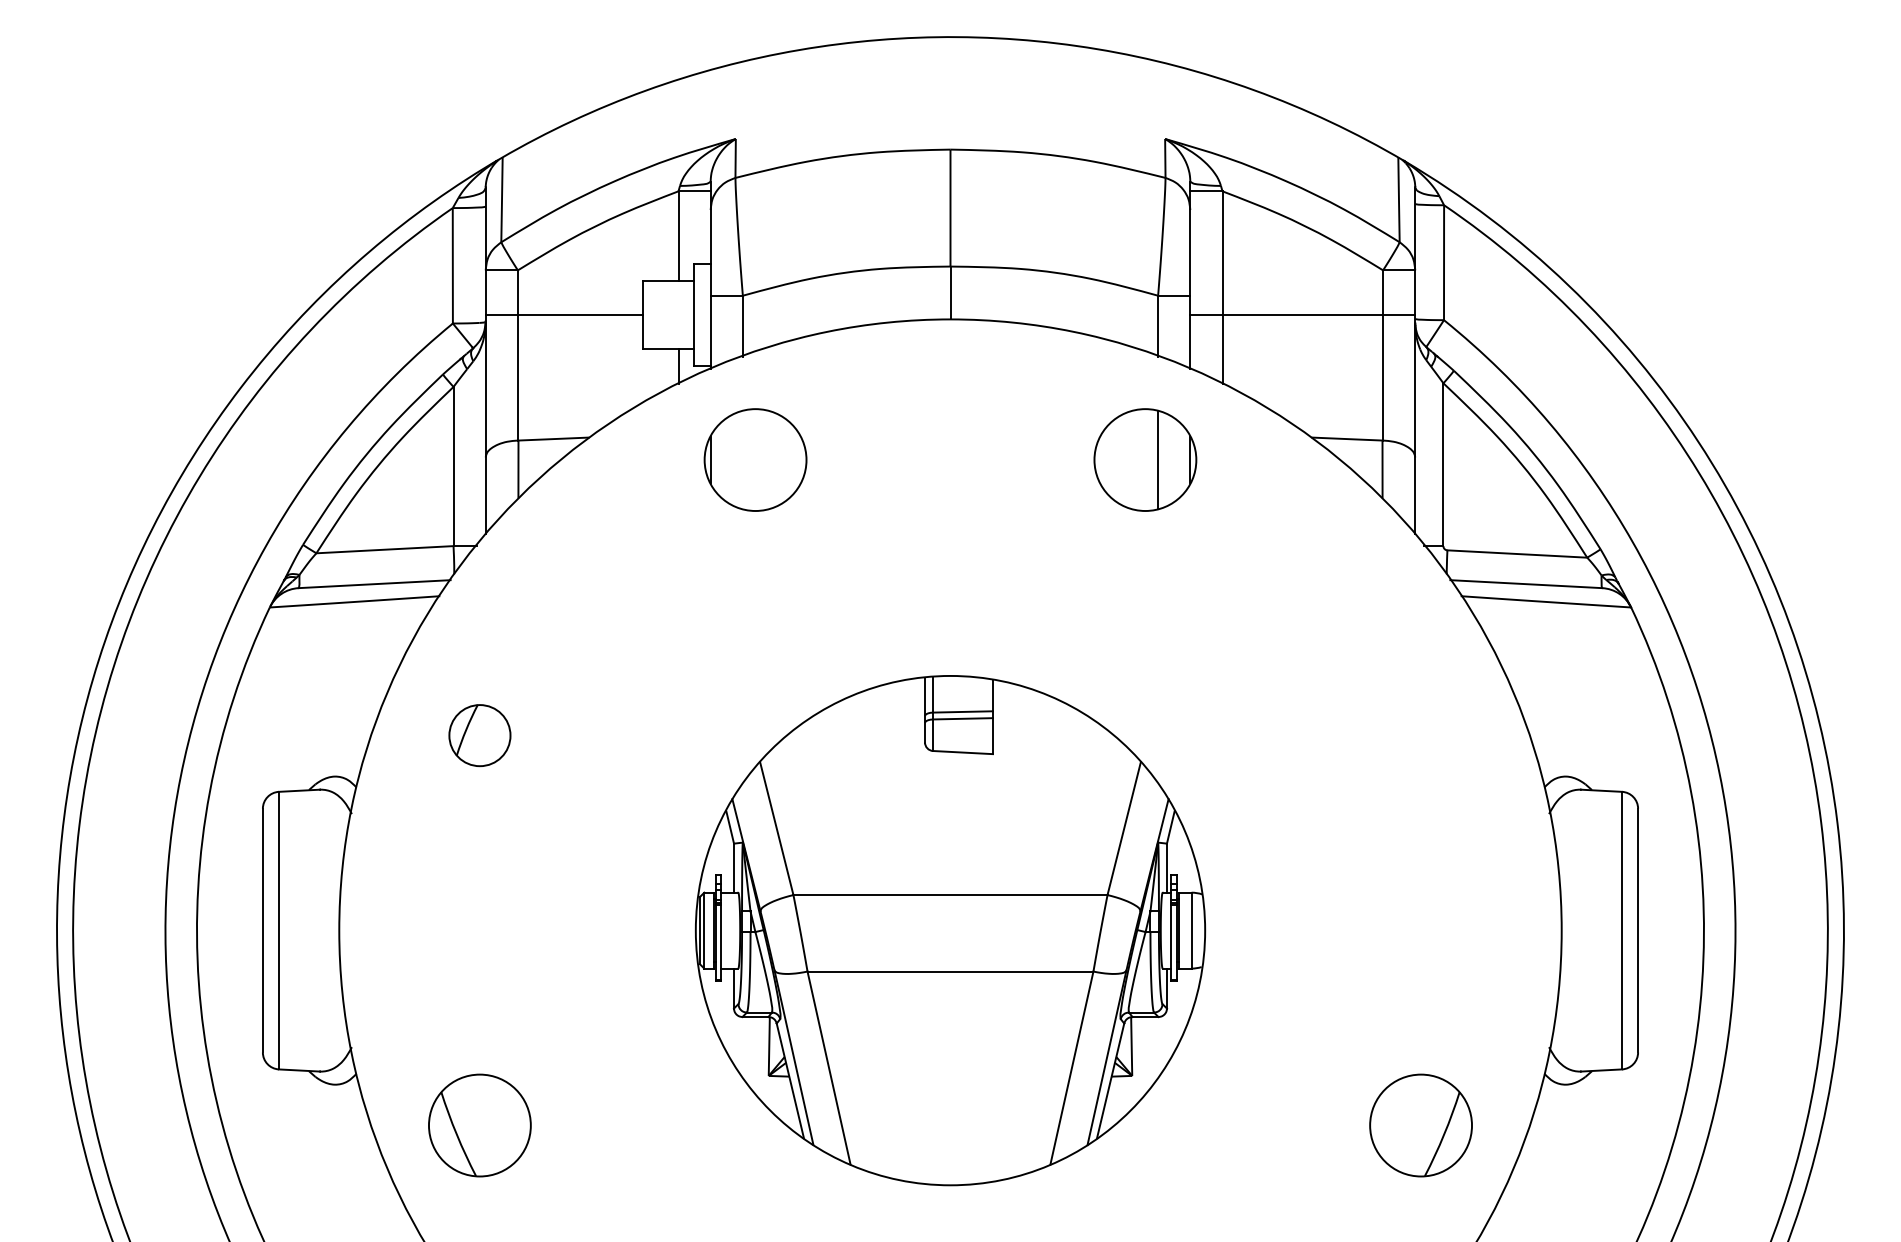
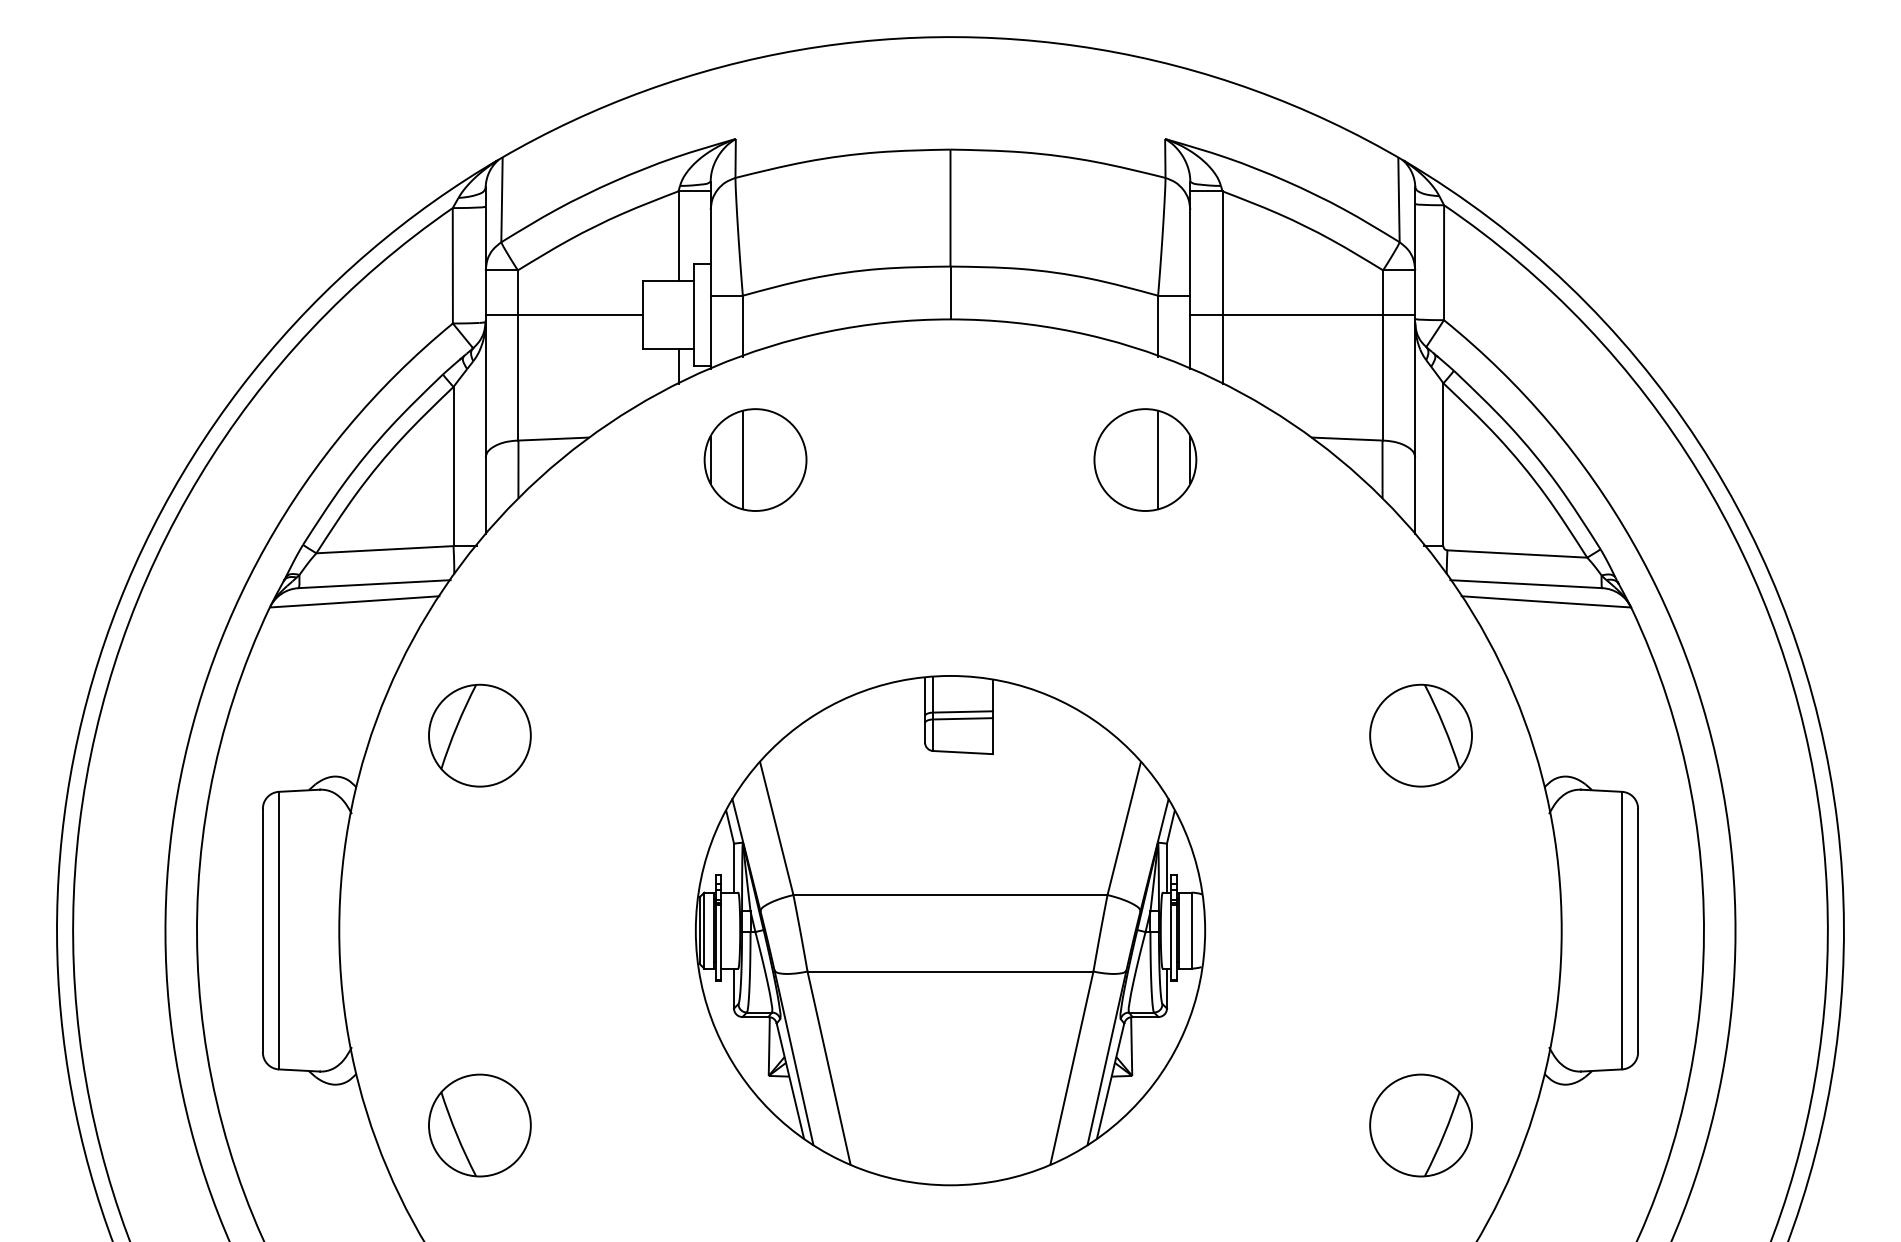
line at (742, 459): none -> present
part at (479, 735) size: 64x64 px -> 104x105 px
part at (1420, 735): none -> present
